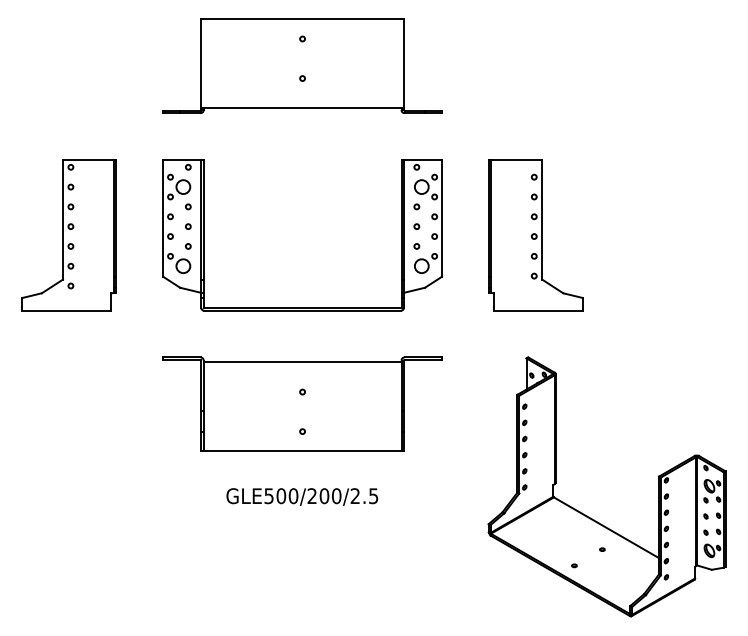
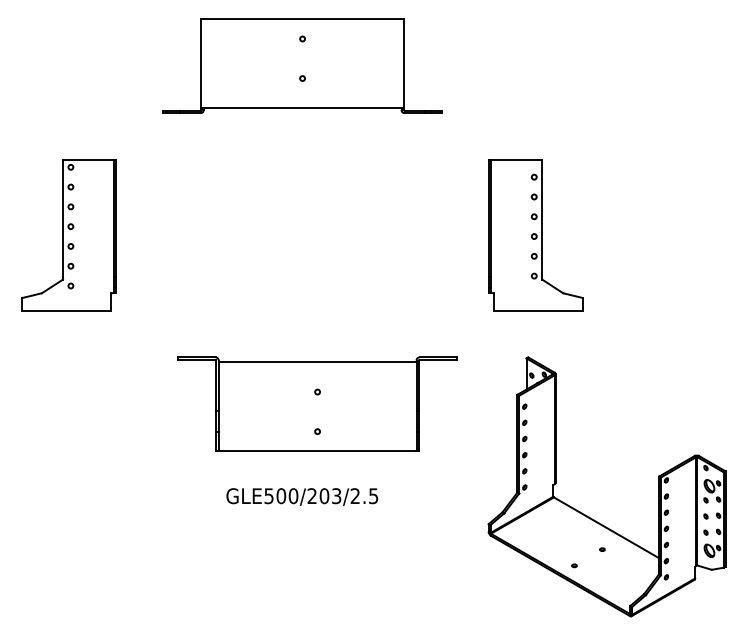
part at (302, 307): present -> none
part at (302, 403) position: (302, 403) -> (317, 403)
text at (336, 496): GLE500/200/2.5 -> GLE500/203/2.5
